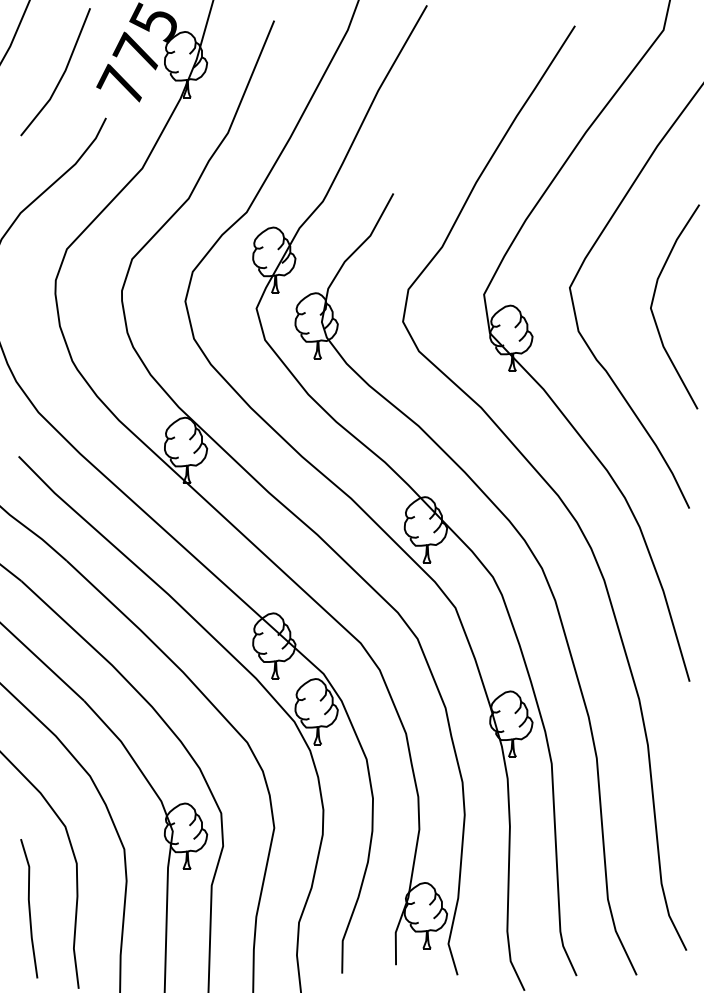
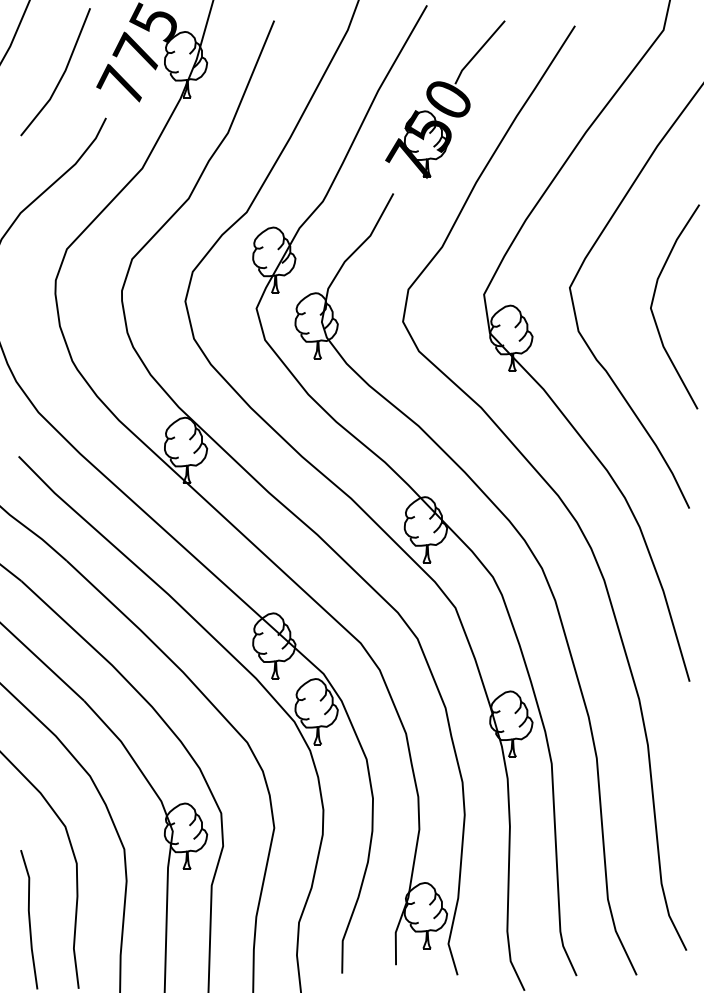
part at (445, 99): none -> present
line at (29, 908) position: (29, 908) -> (29, 919)
